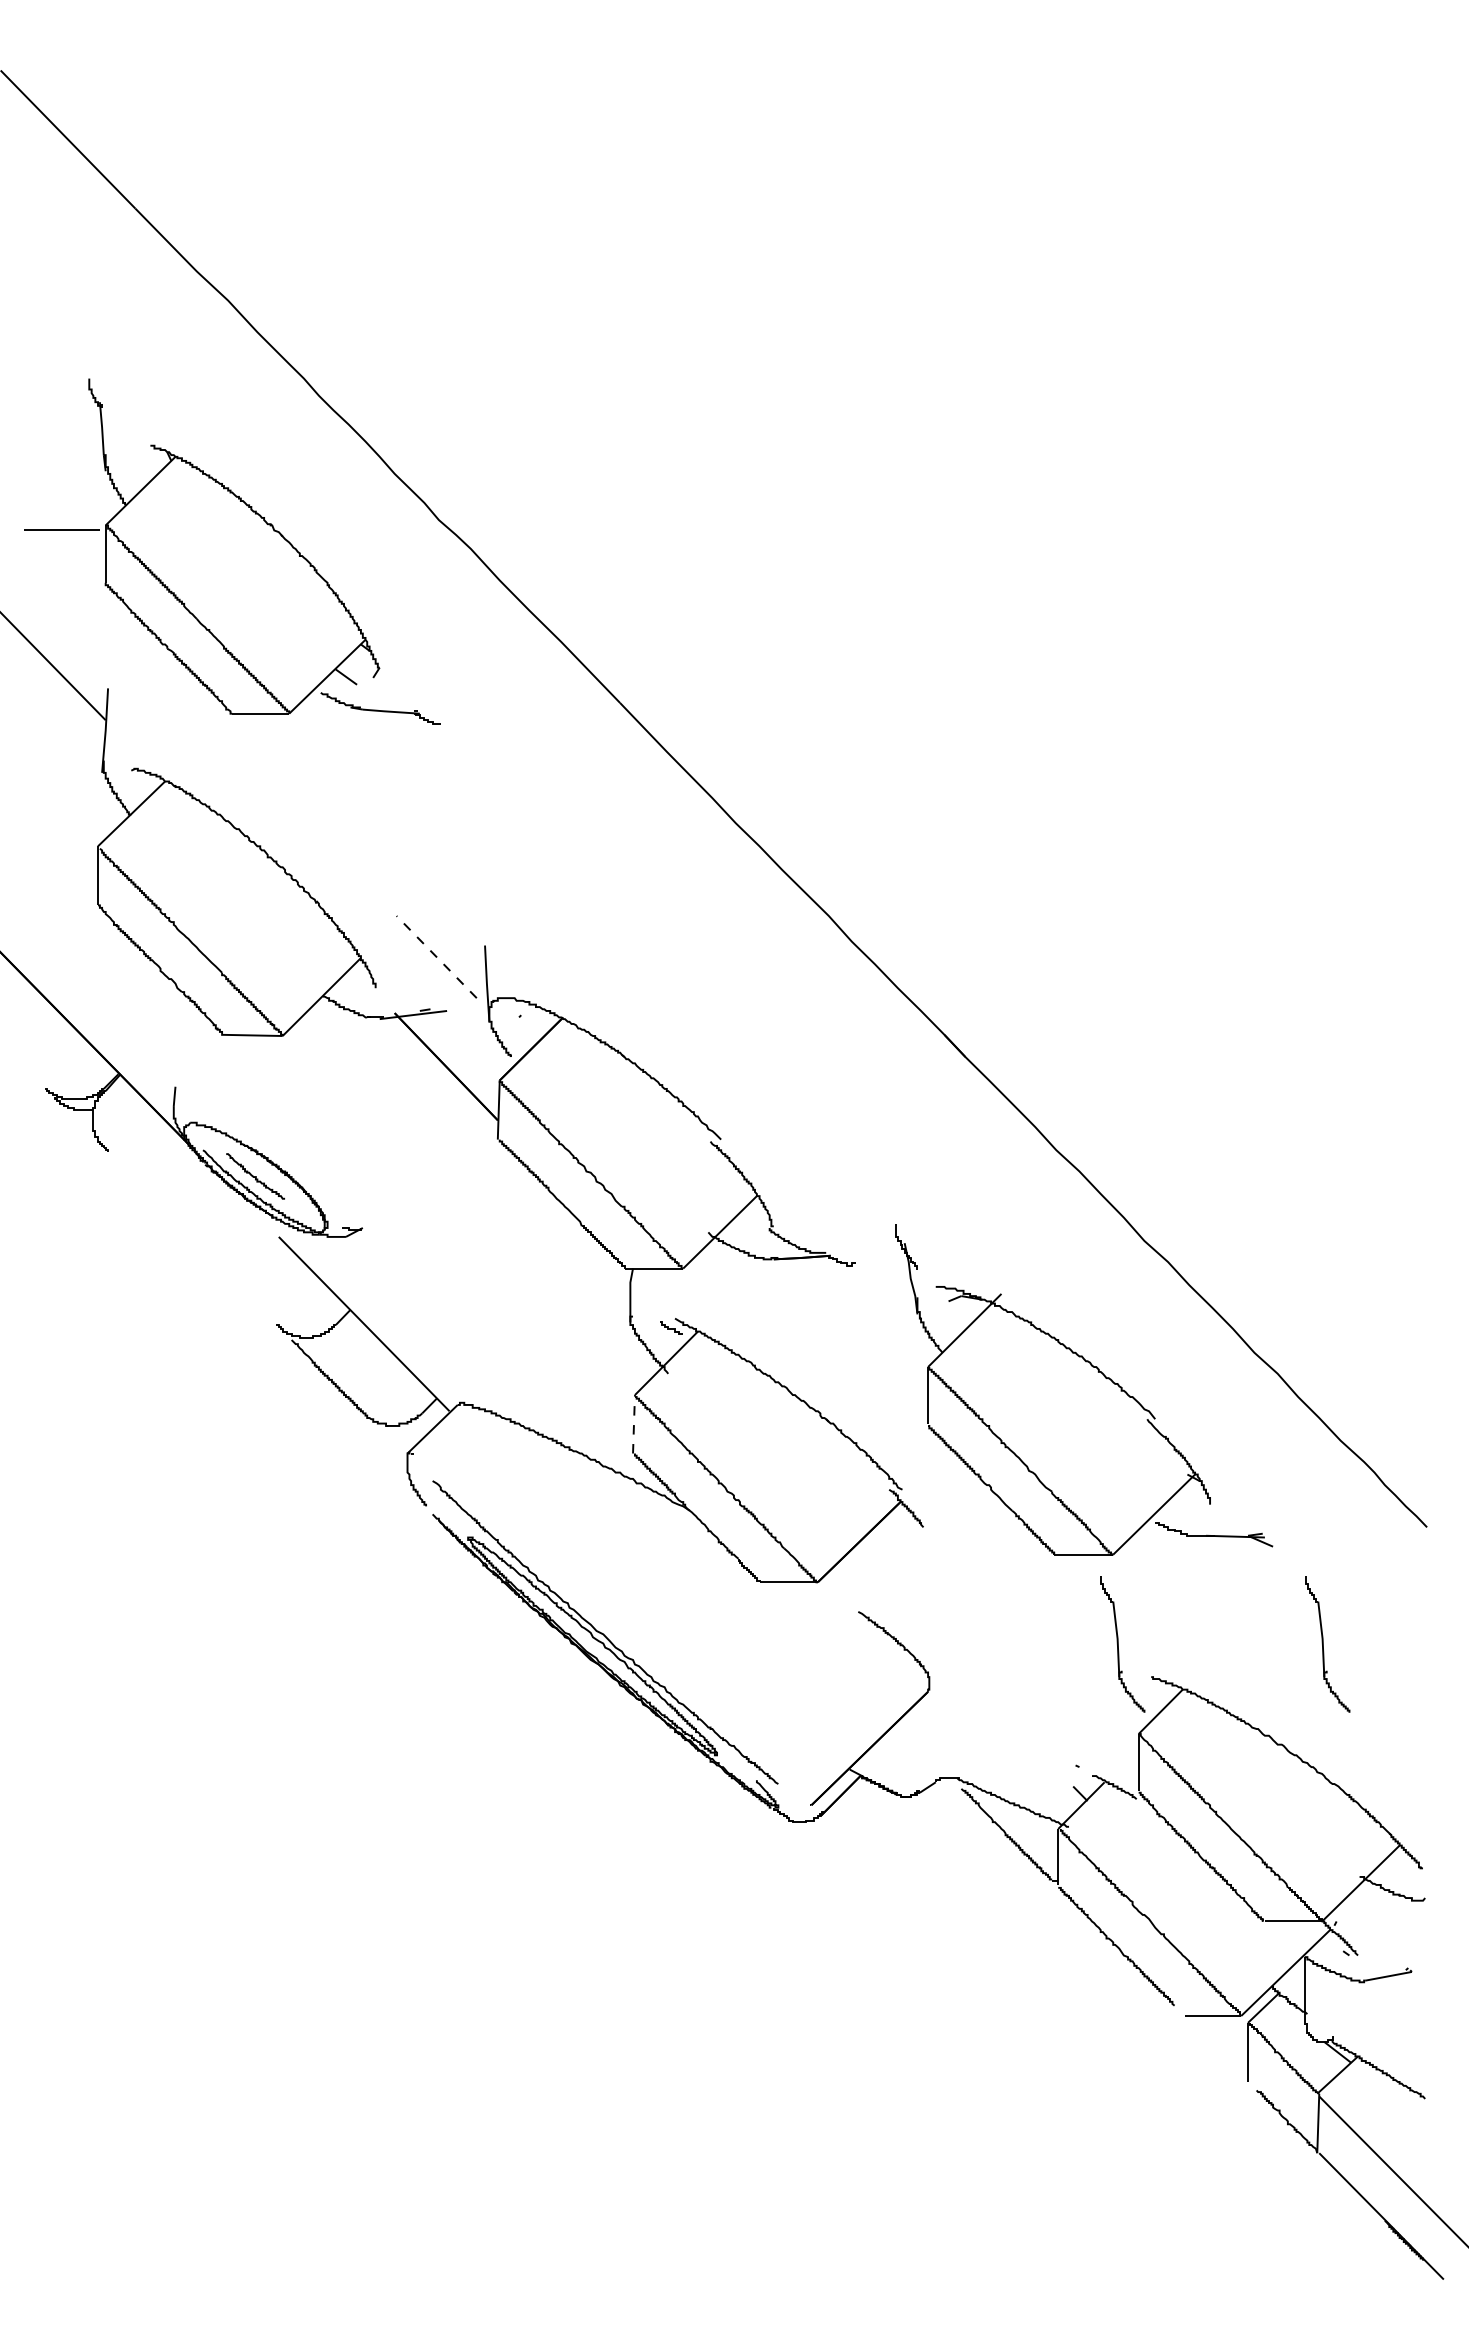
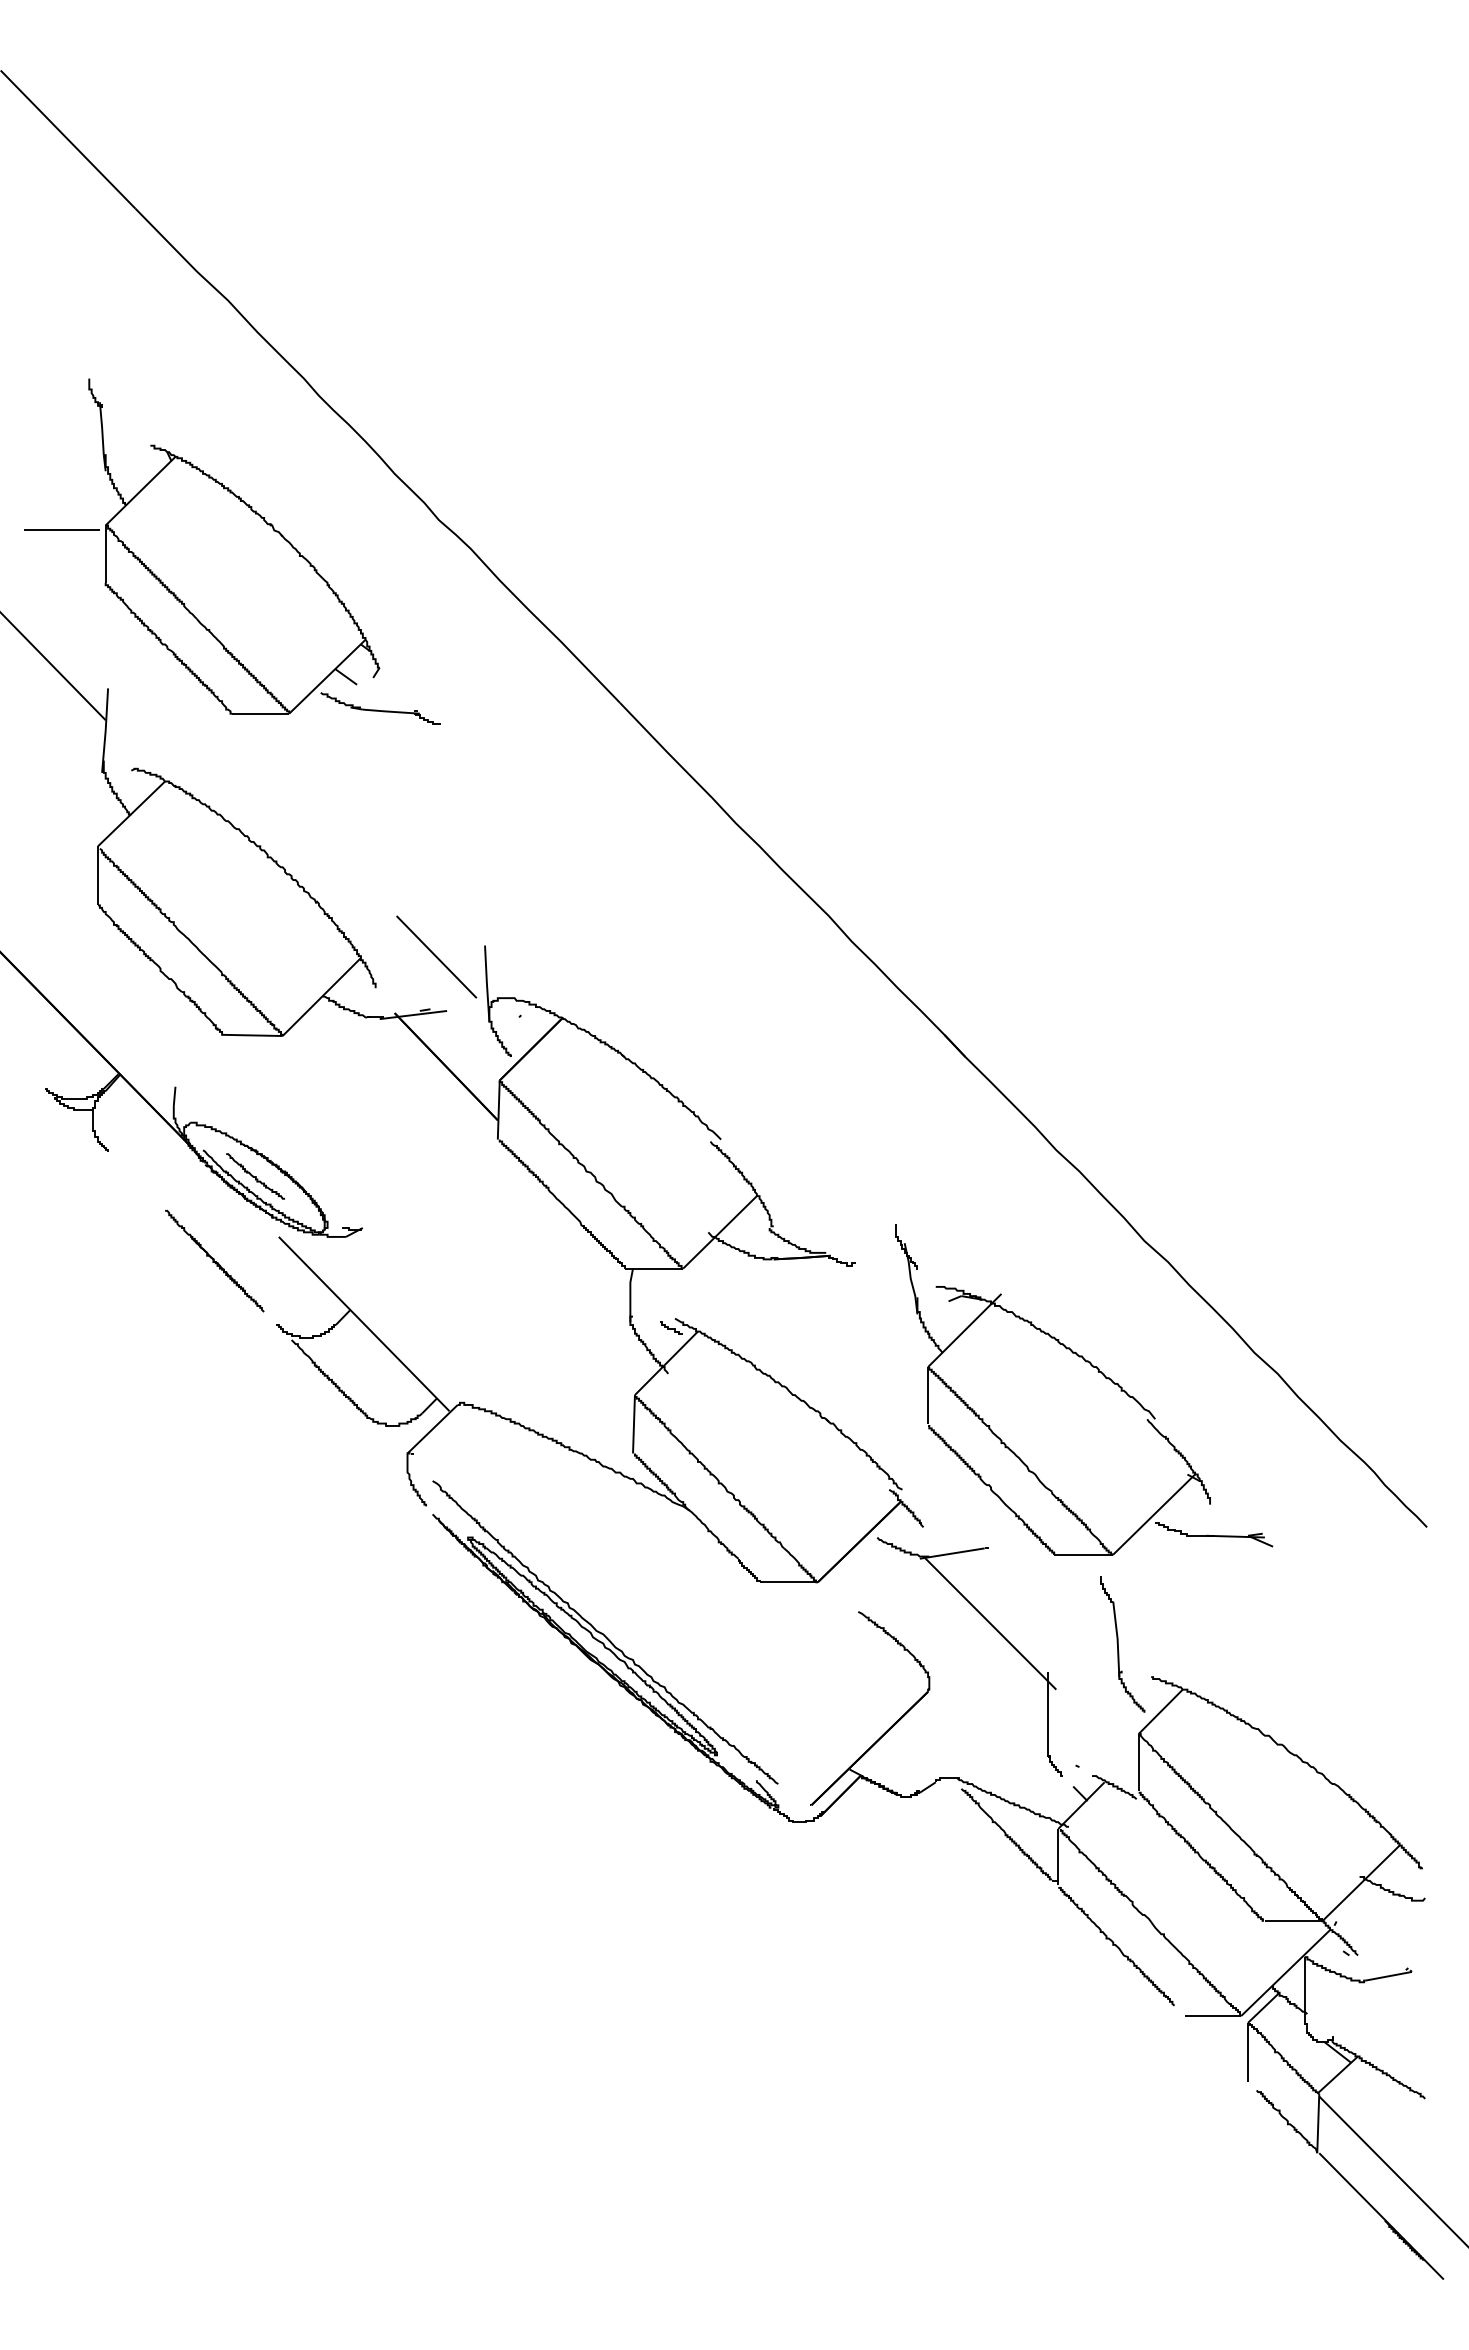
line at (436, 956): dashed -> solid
part at (214, 1261): none -> present
line at (634, 1423): dashed -> solid
part at (995, 1630): none -> present
part at (1327, 1644): present -> none
